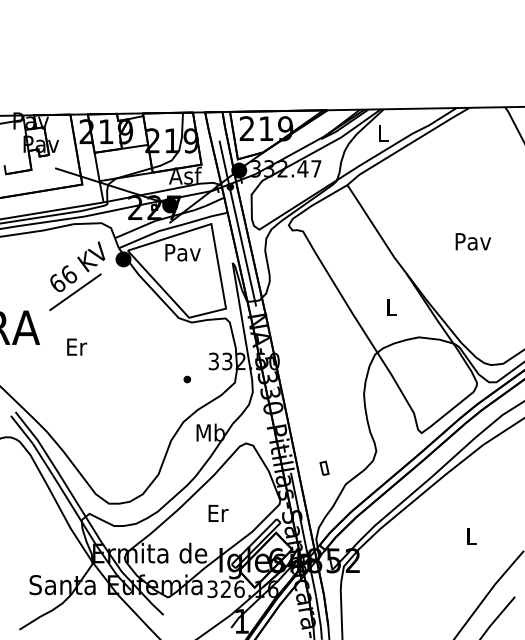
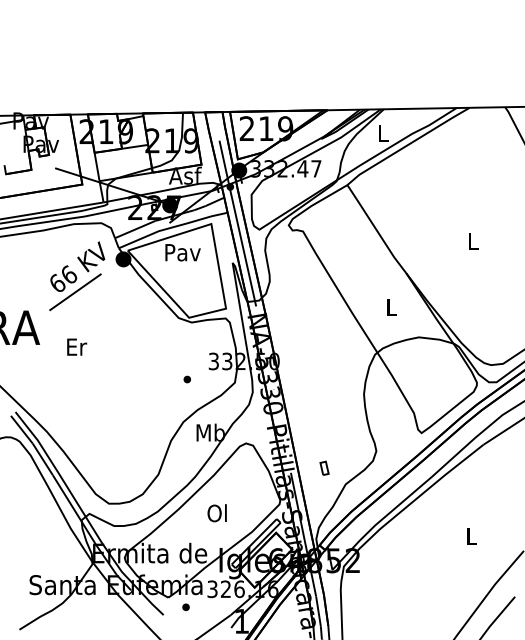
text at (473, 241): Pav -> L
text at (217, 513): Er -> Ol
part at (185, 606): none -> present
